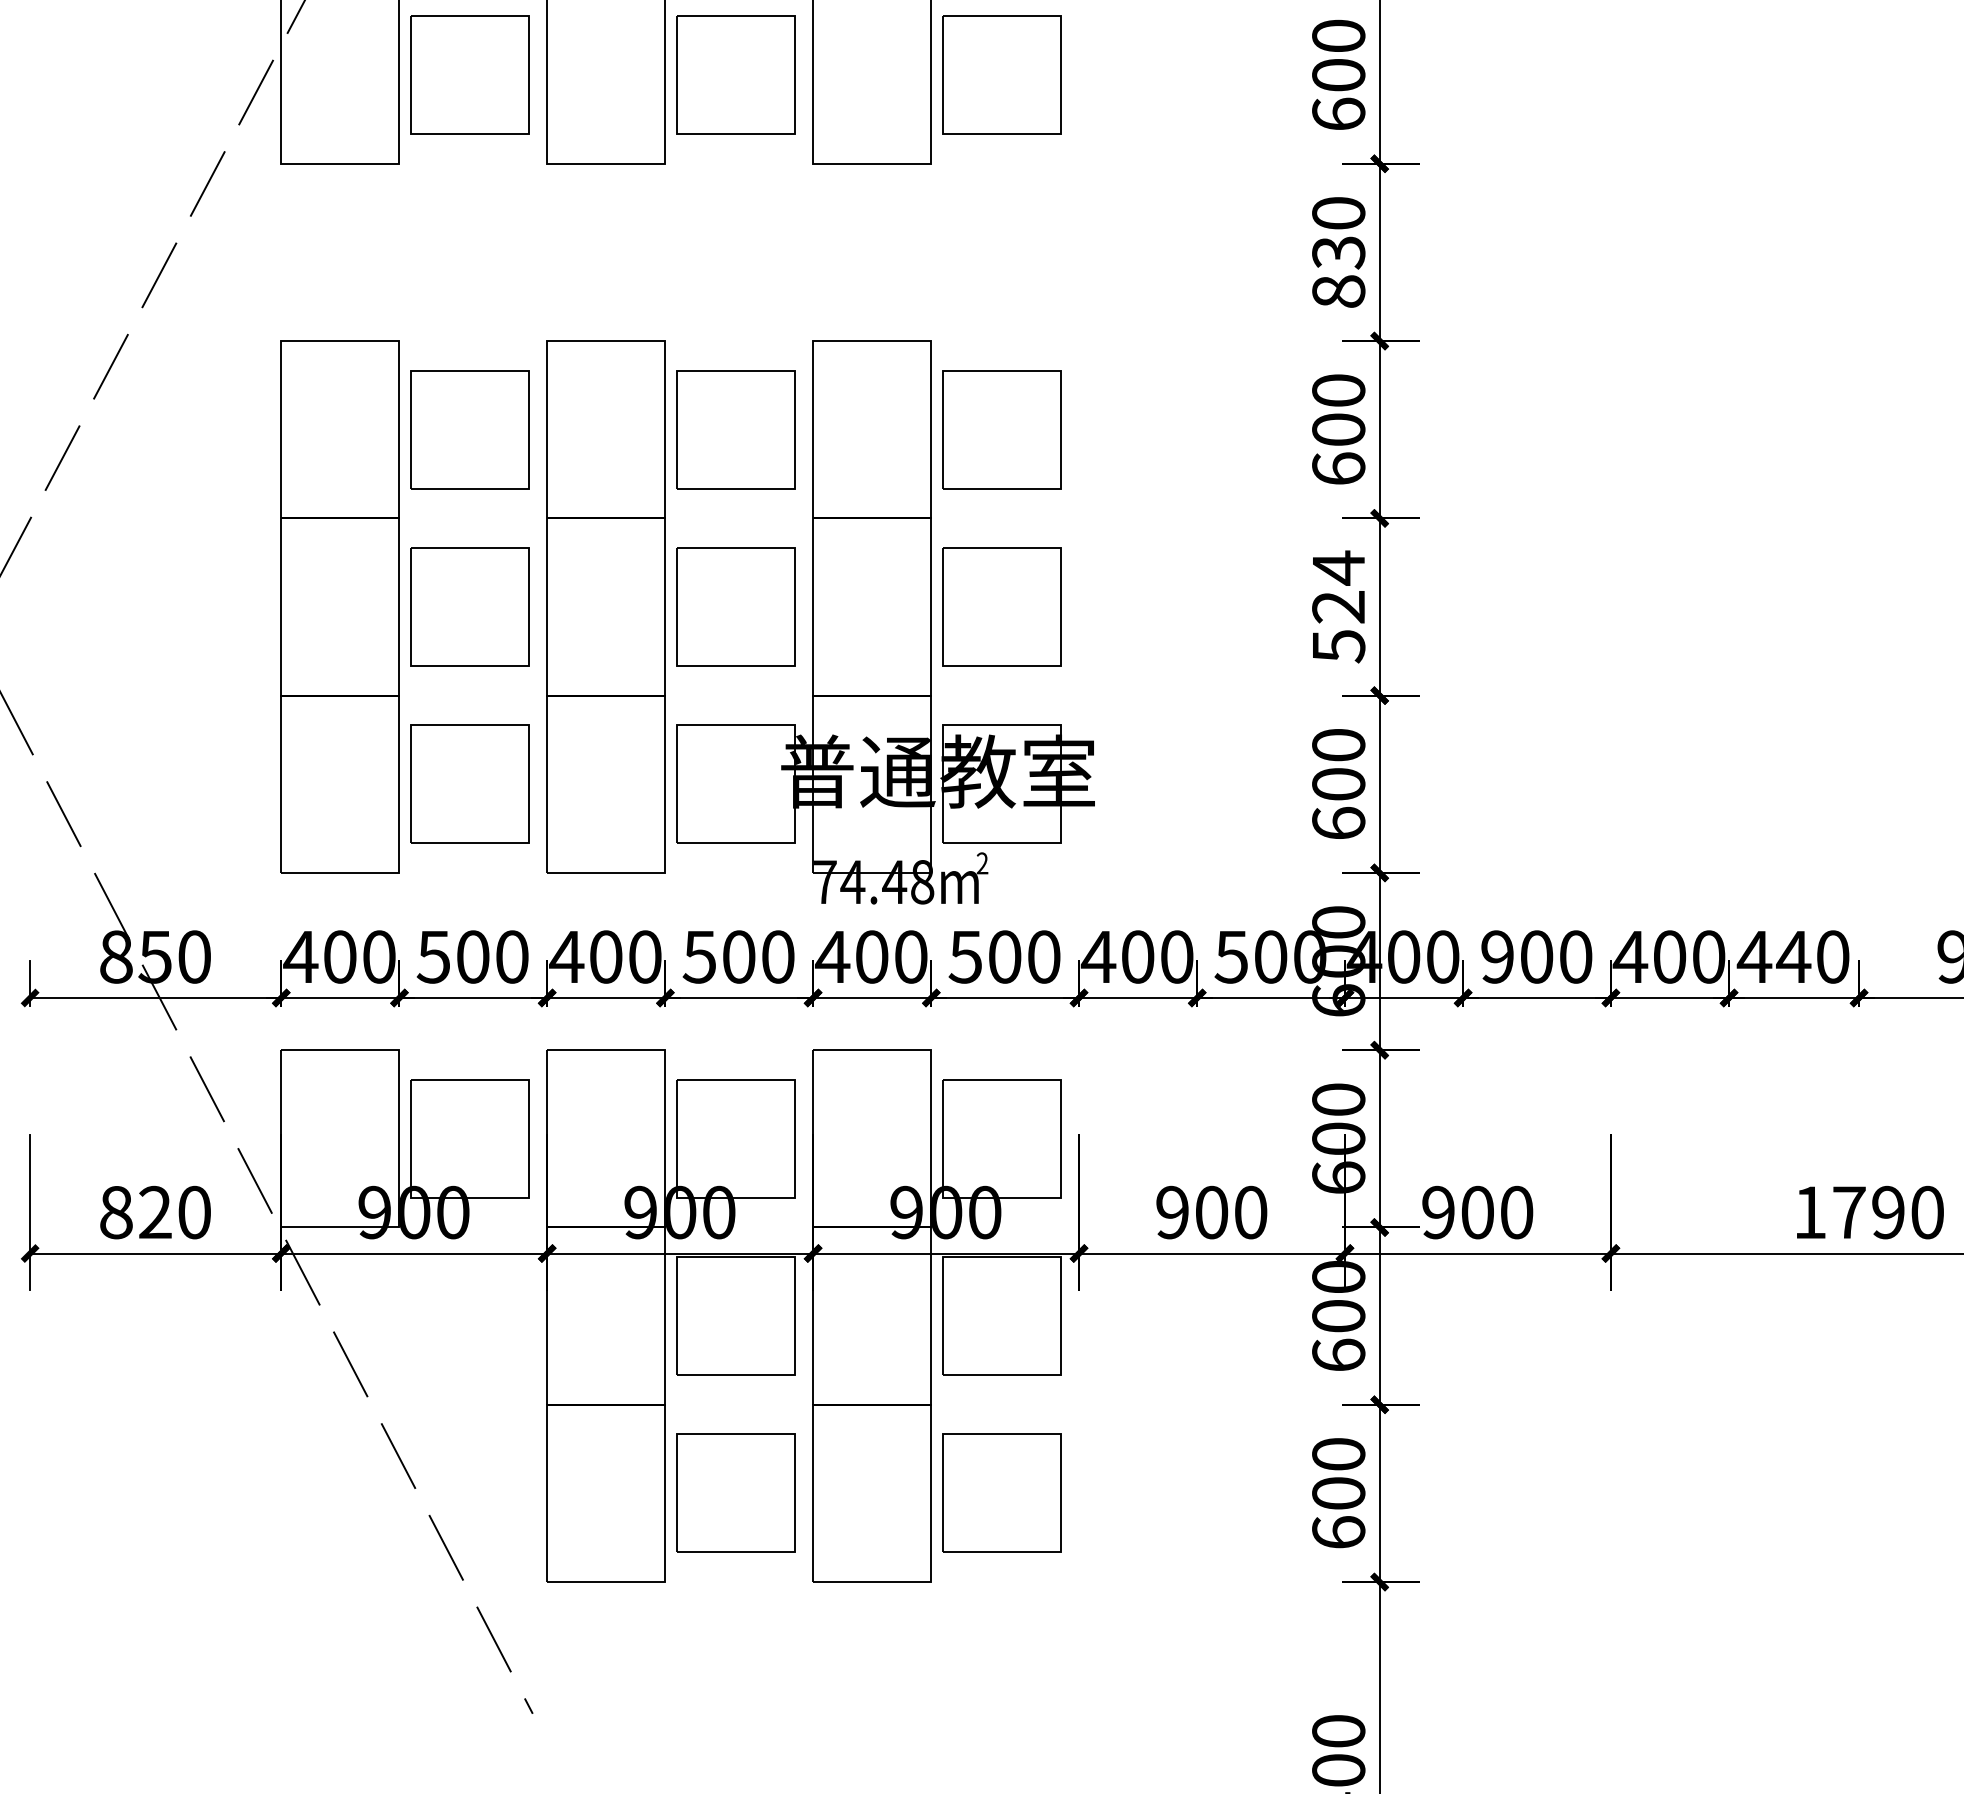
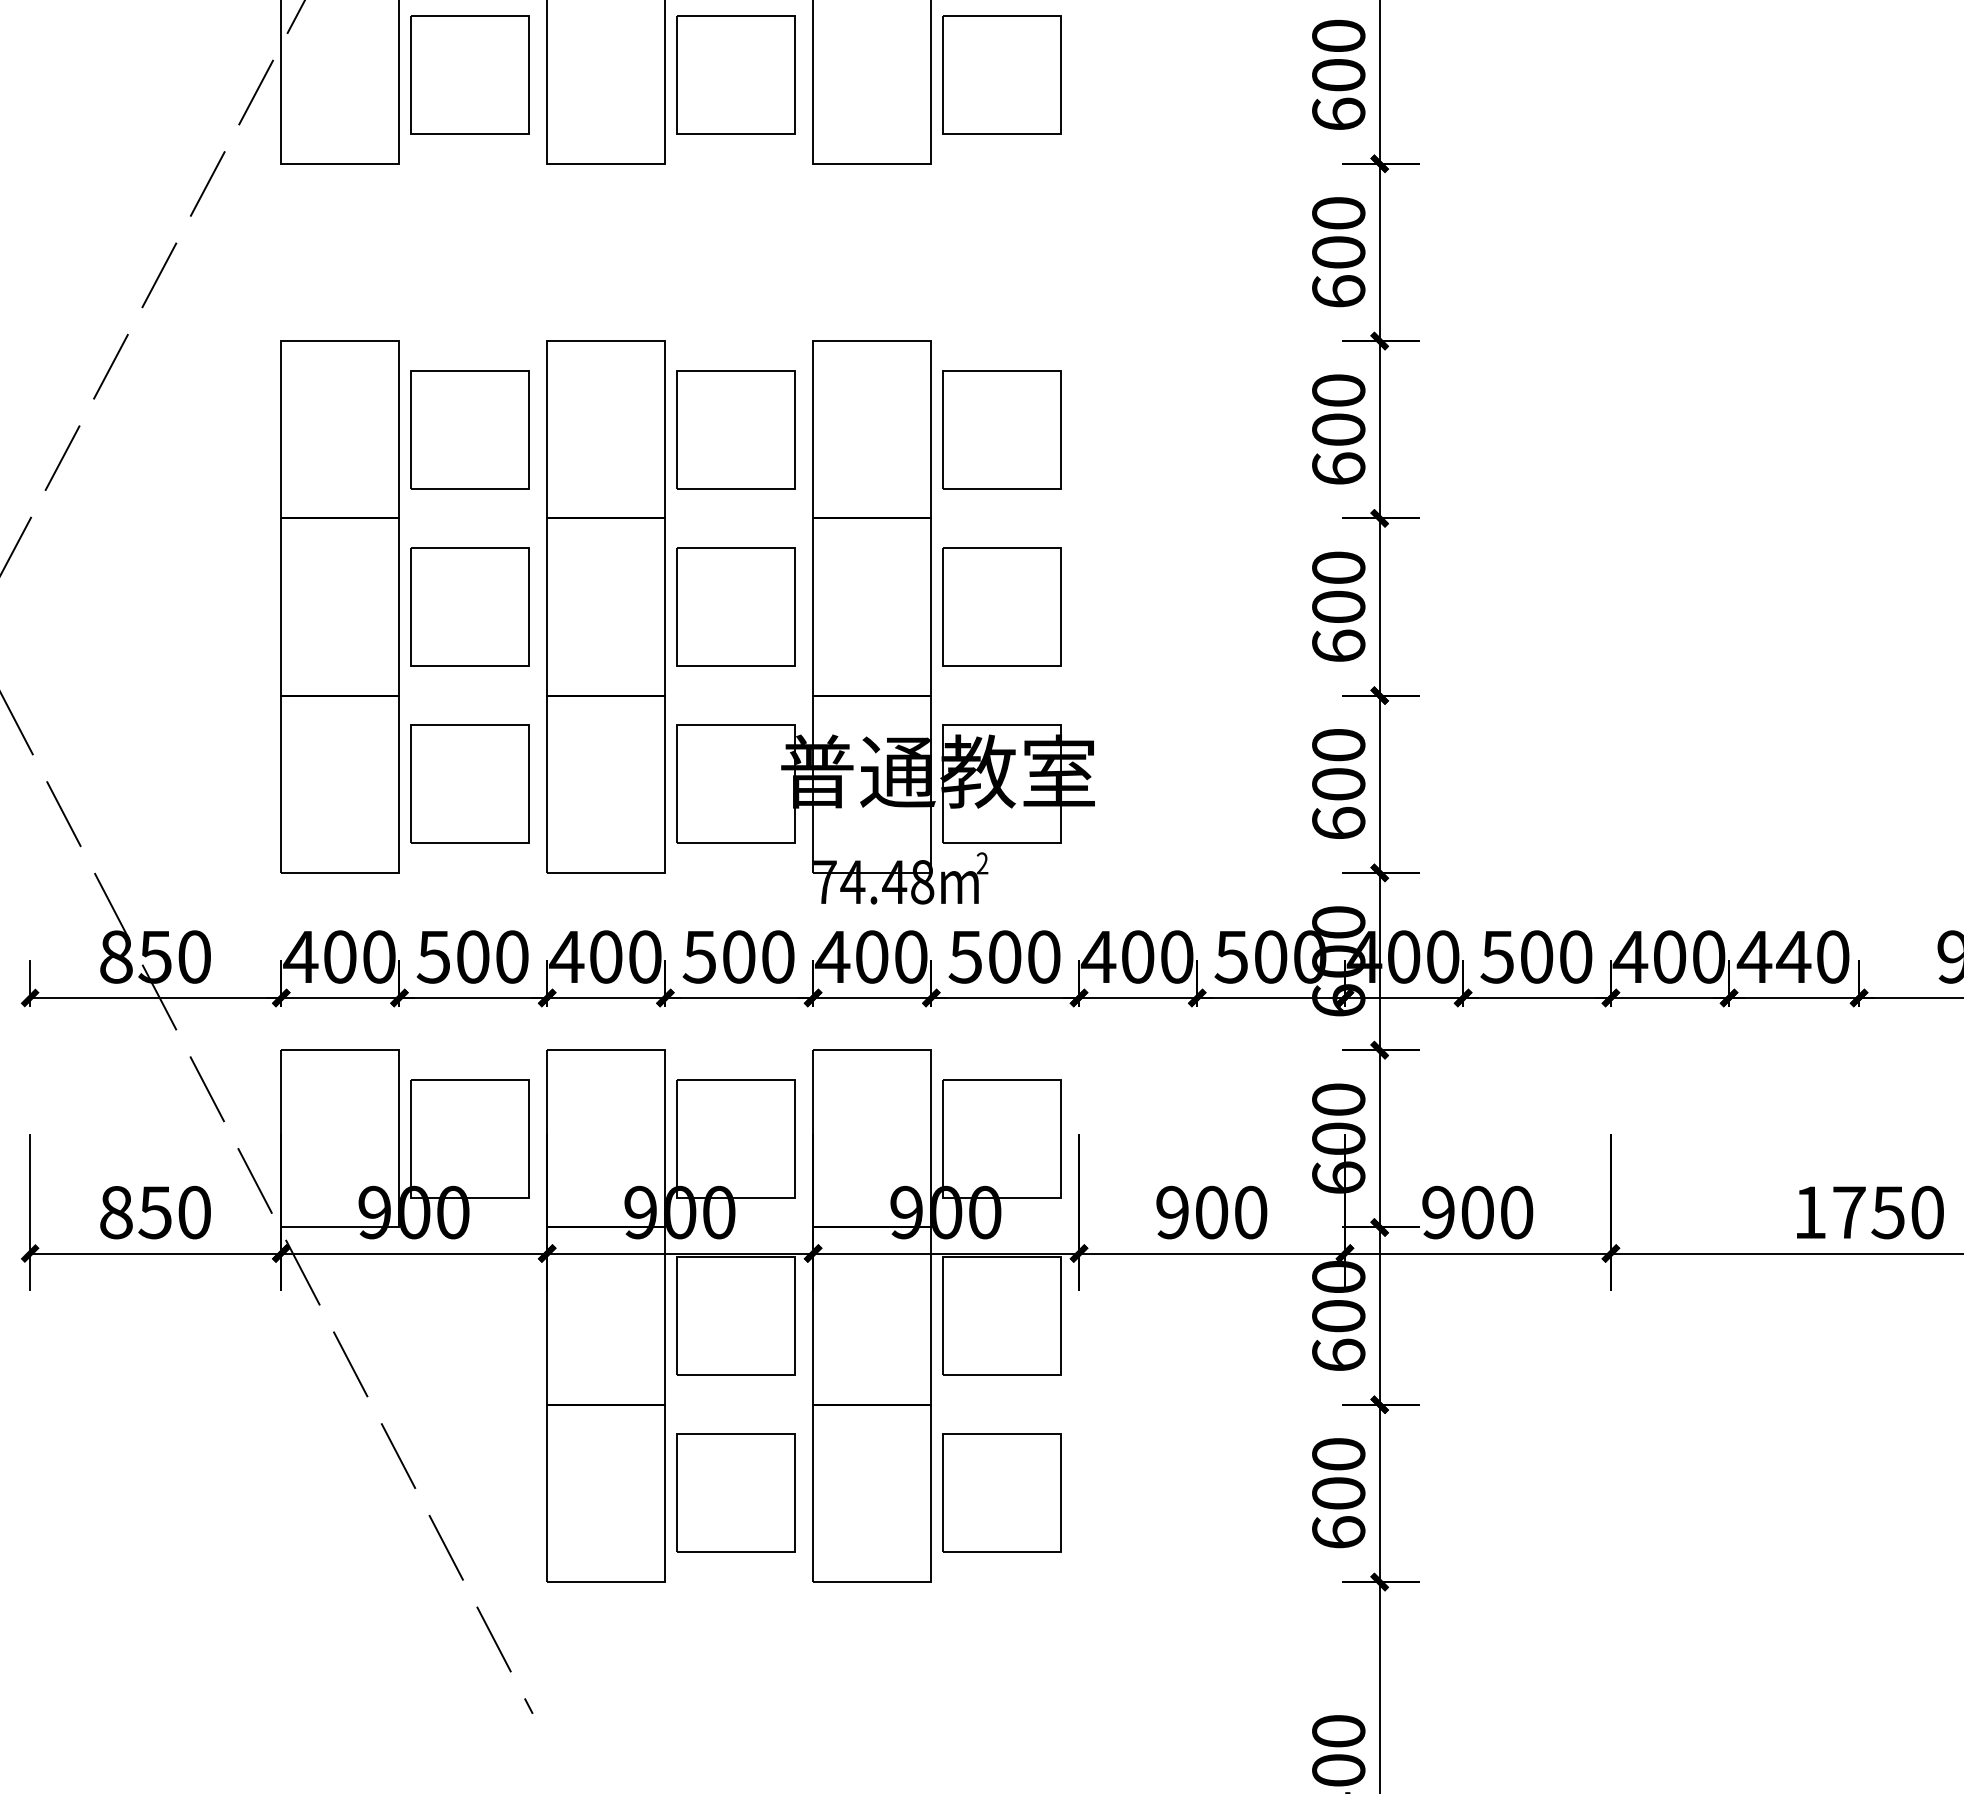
text at (1338, 271): 830 -> 600
text at (1338, 606): 524 -> 600
text at (1496, 956): 900 -> 500
text at (154, 1212): 820 -> 850
text at (1887, 1212): 1790 -> 1750
